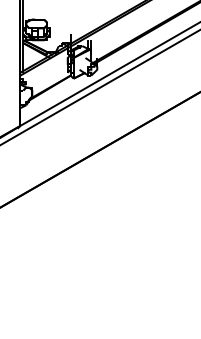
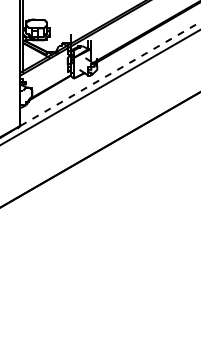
line at (110, 73): solid -> dashed
